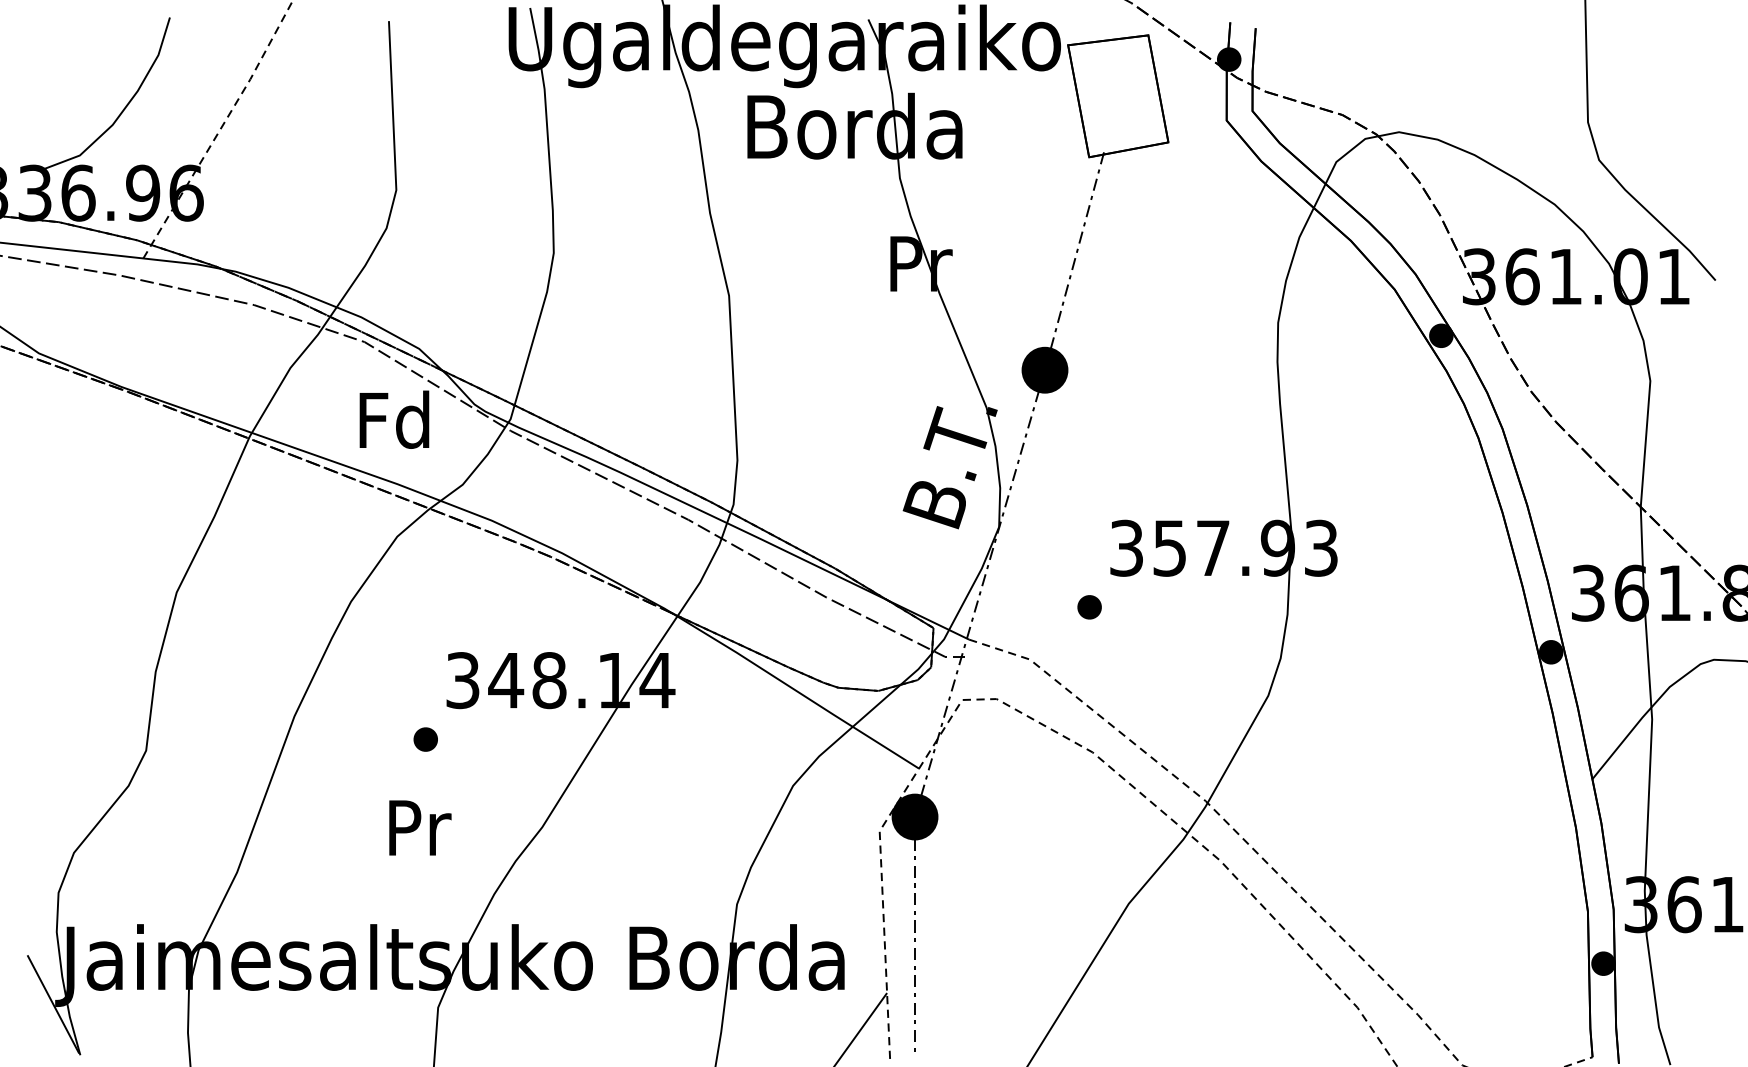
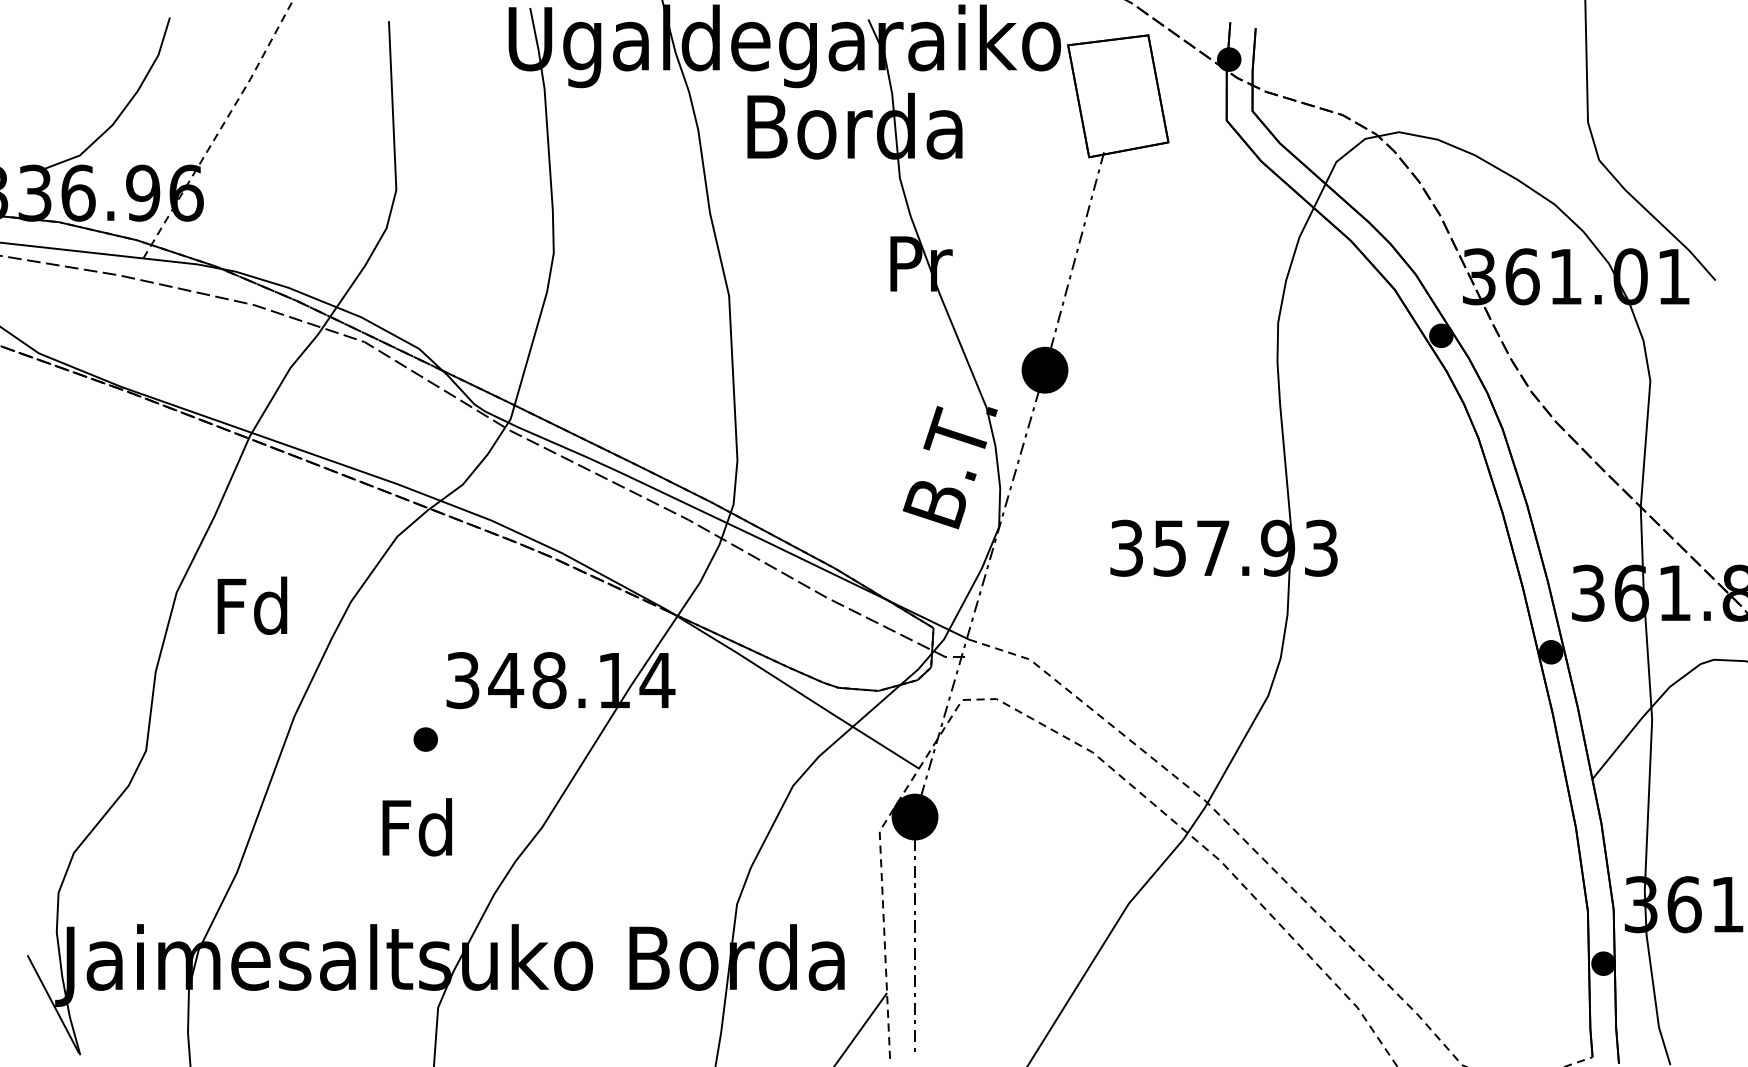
text at (394, 419) position: (394, 419) -> (252, 605)
part at (1089, 607): present -> none
text at (417, 827): Pr -> Fd
